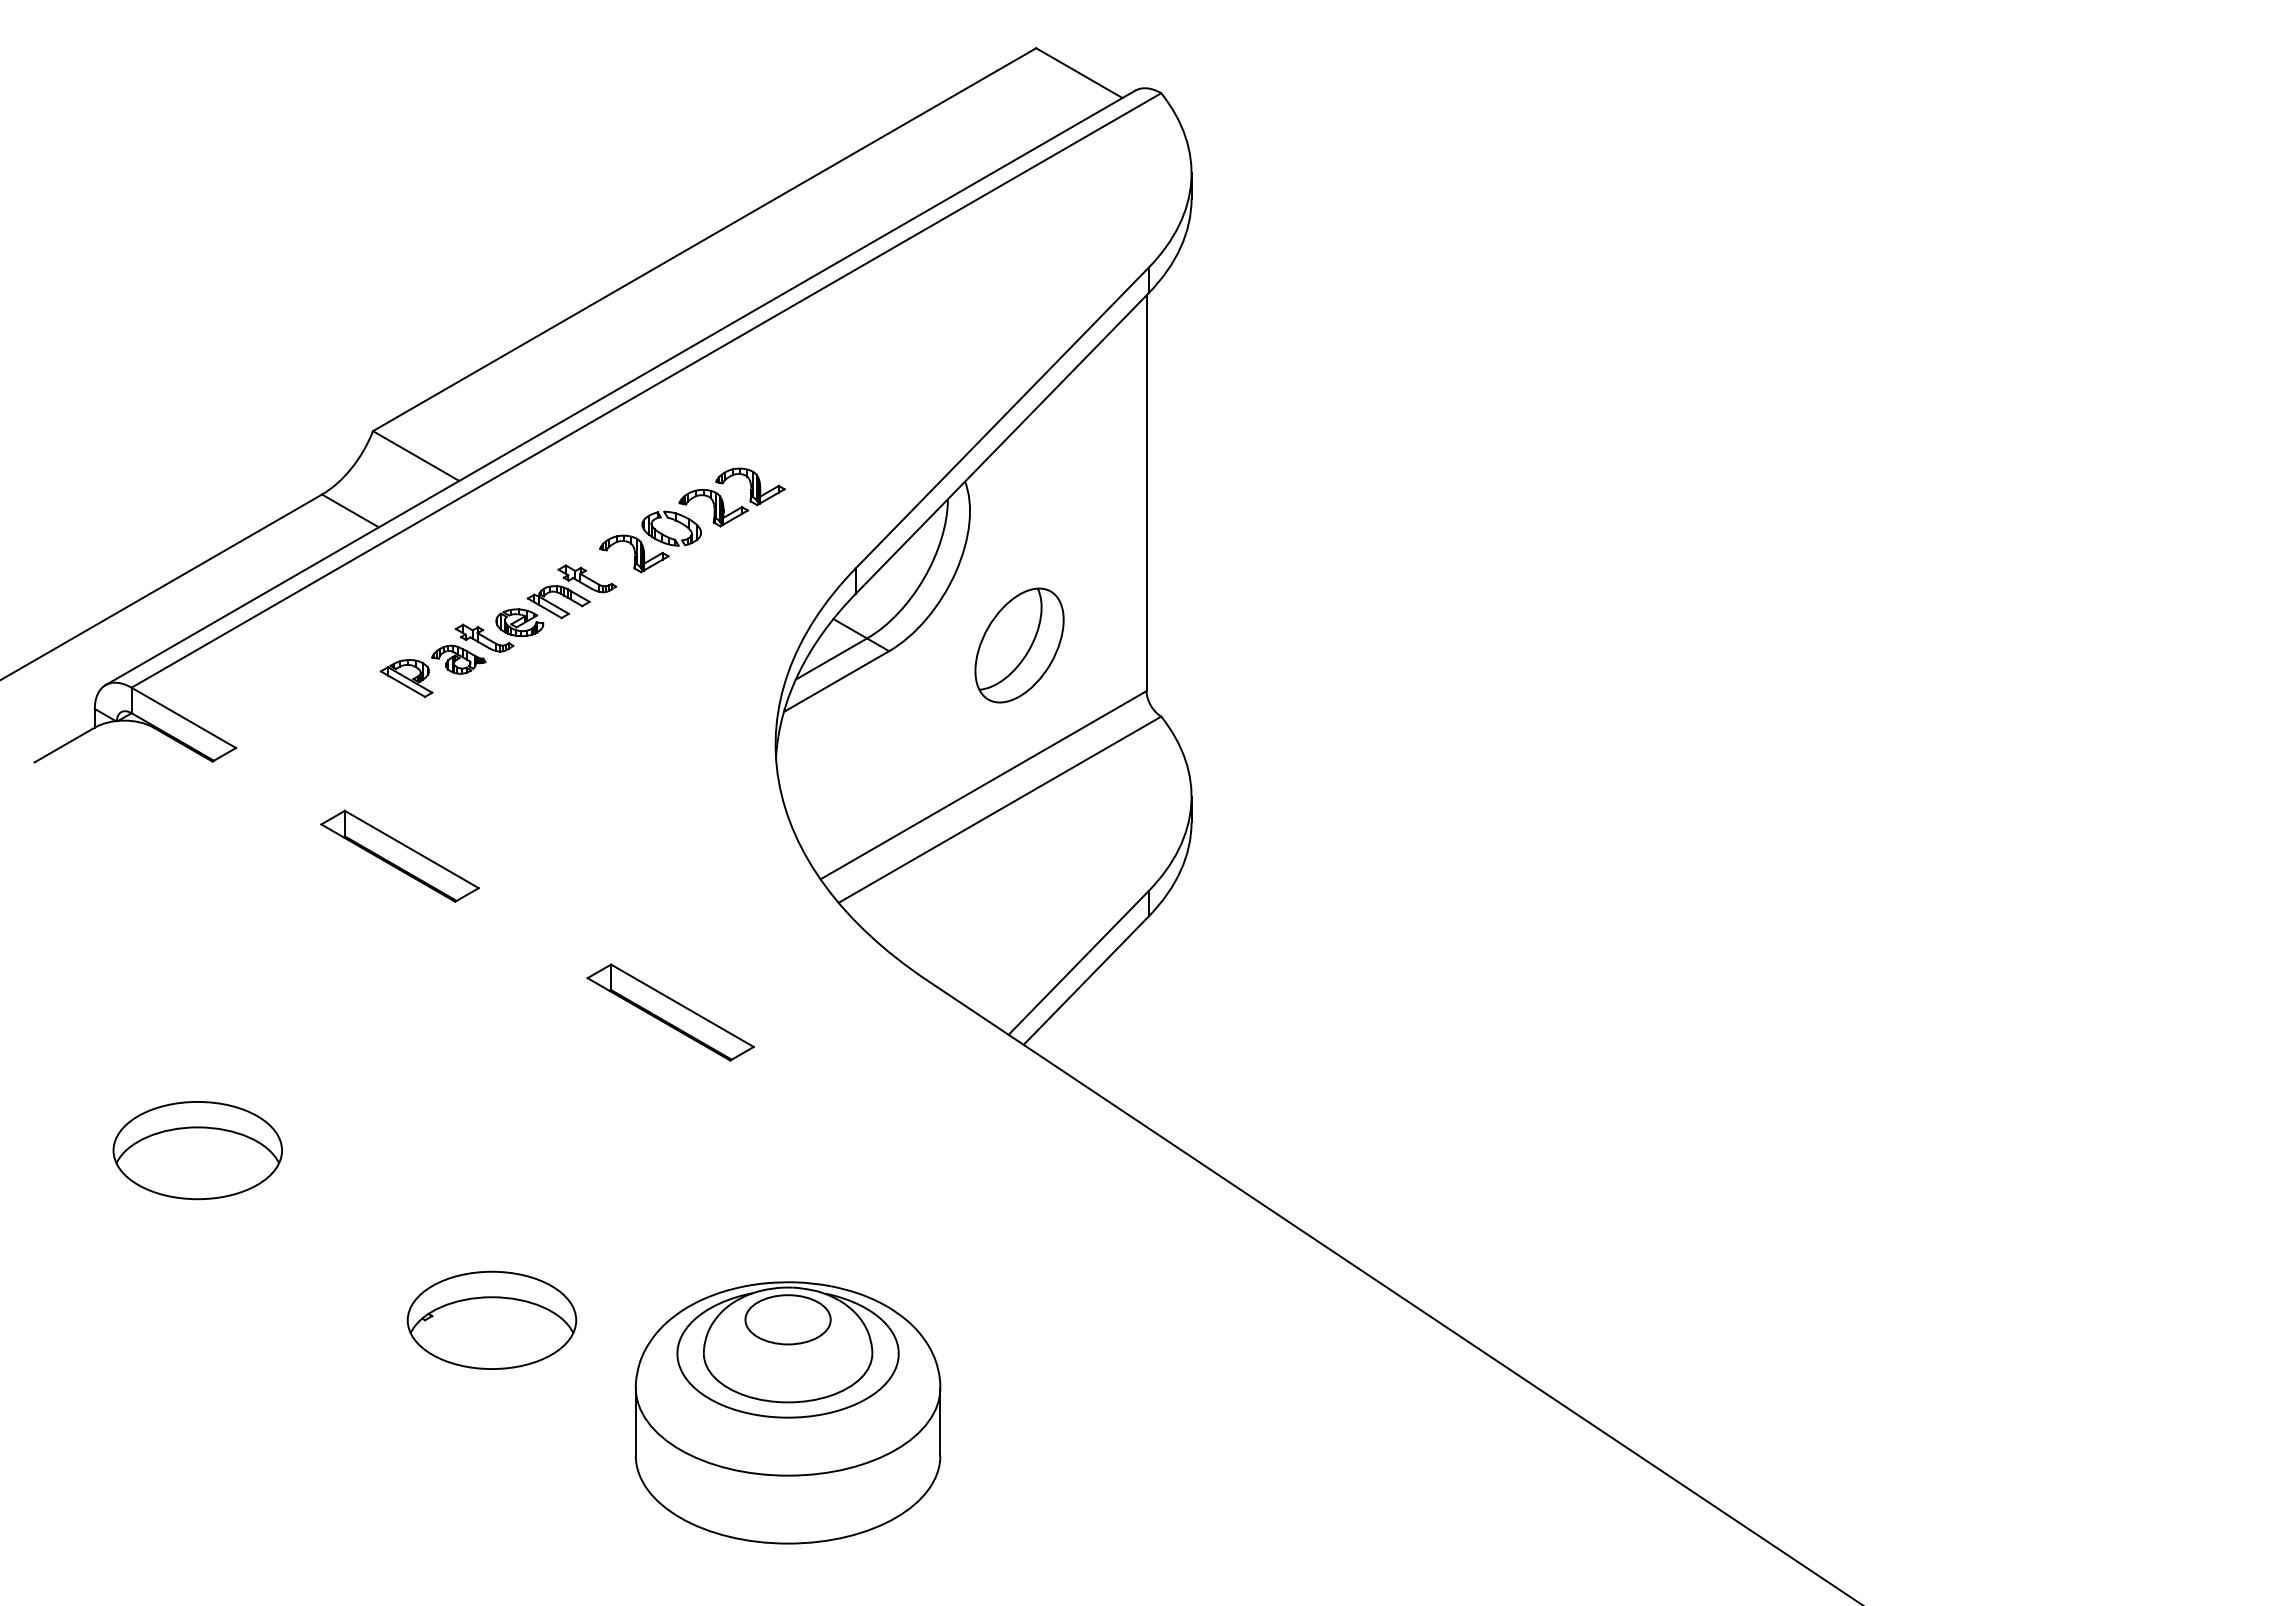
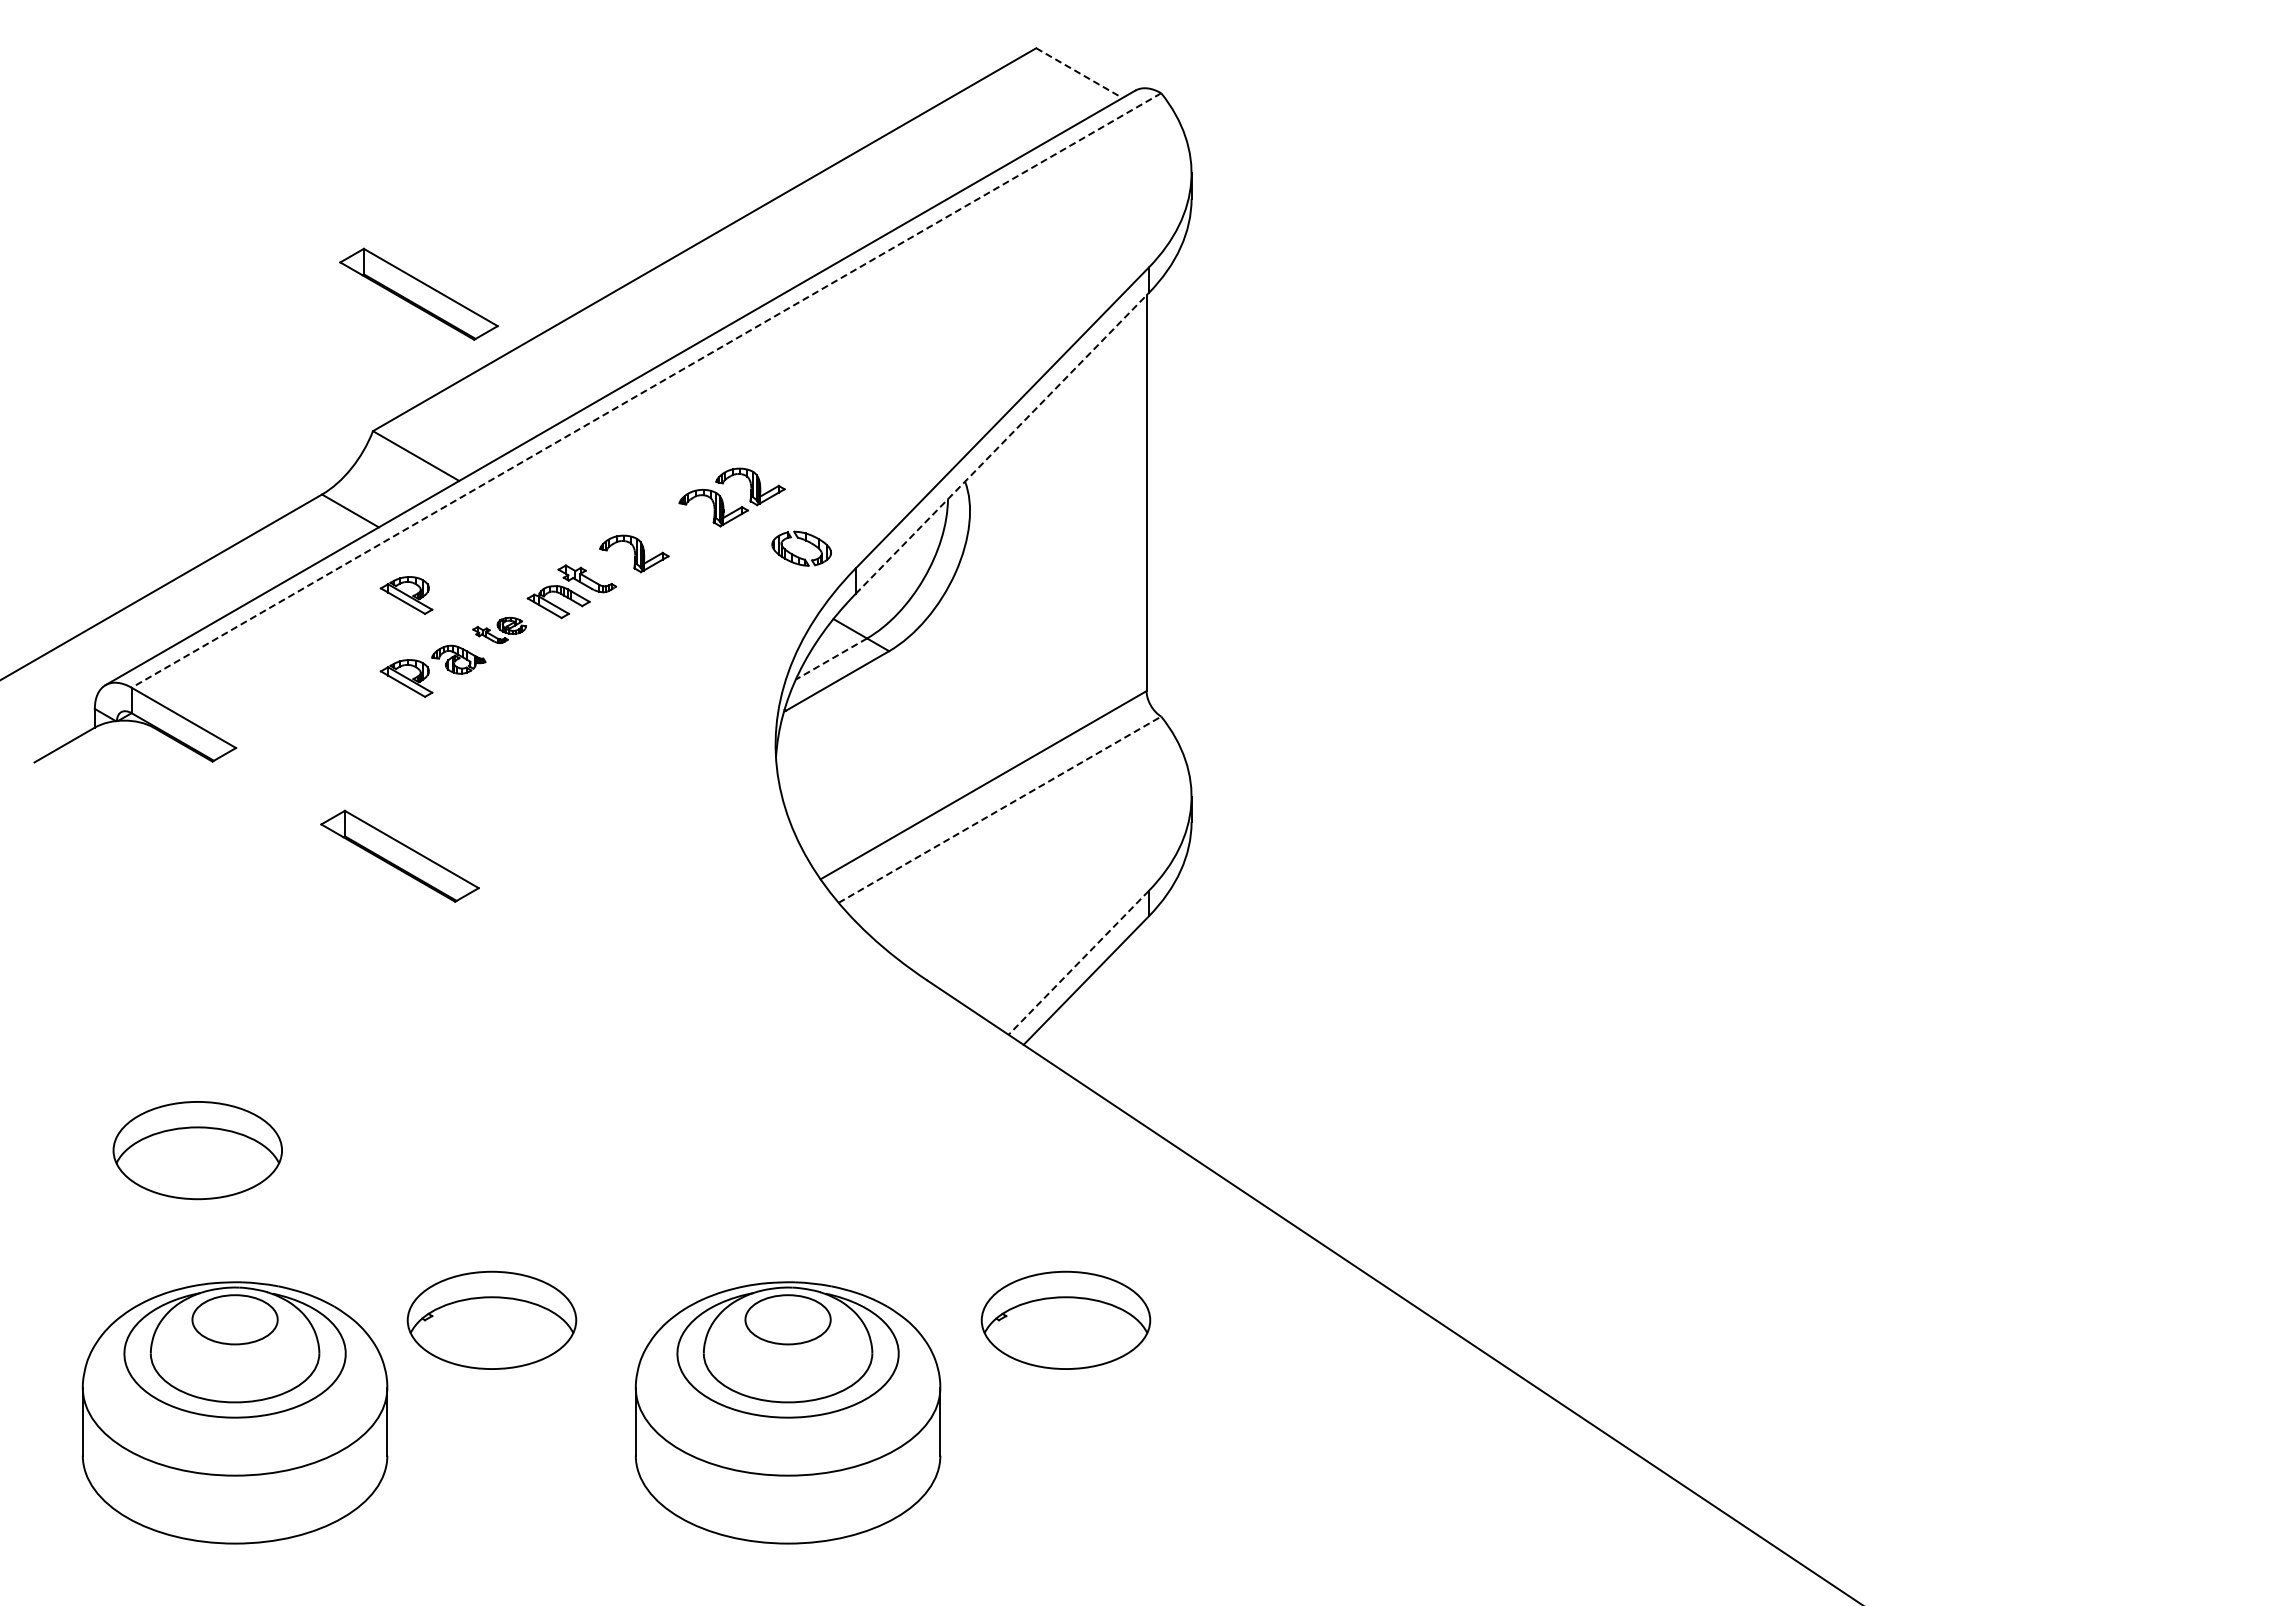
line at (1079, 73): solid -> dashed
part at (418, 293): none -> present
line at (646, 390): solid -> dashed
line at (1002, 443): solid -> dashed
part at (675, 521) position: (675, 521) -> (805, 541)
part at (406, 595): none -> present
part at (499, 630) size: 91x45 px -> 55x28 px
part at (1019, 645): present -> none
line at (831, 659): solid -> dashed
line at (1000, 809): solid -> dashed
line at (1078, 963): solid -> dashed
part at (670, 1012): present -> none
part at (1065, 1319): none -> present
part at (234, 1412): none -> present
